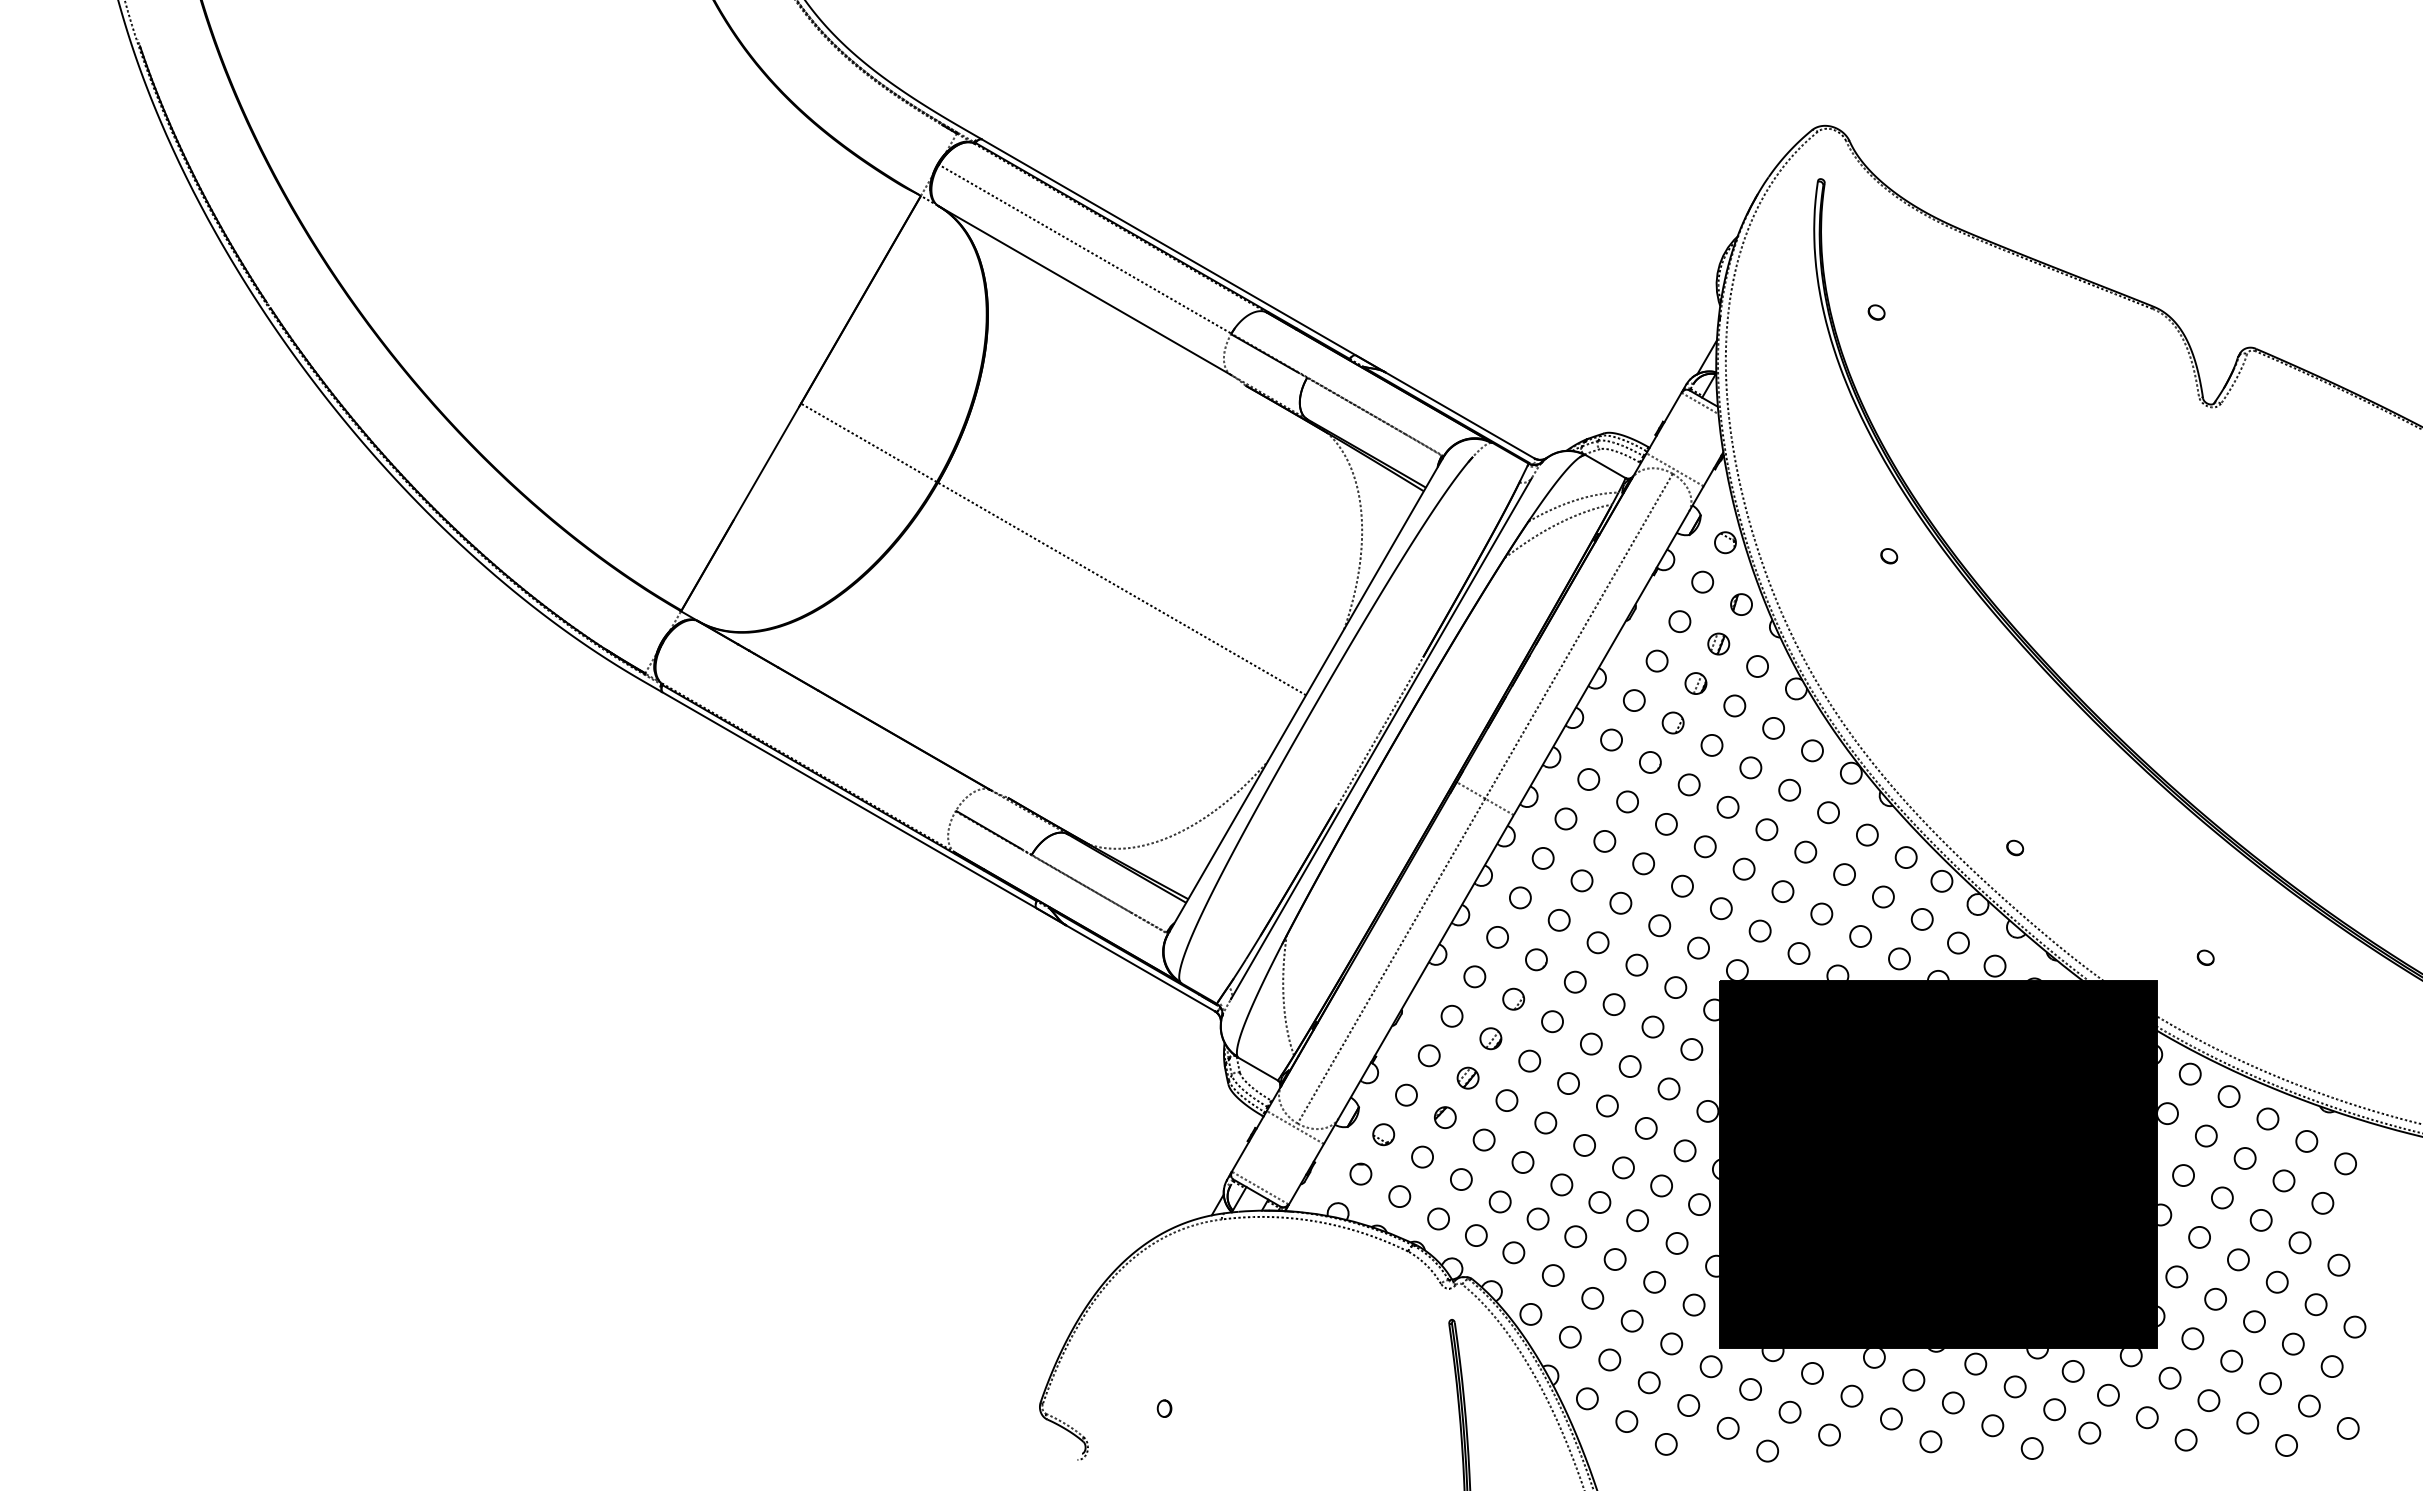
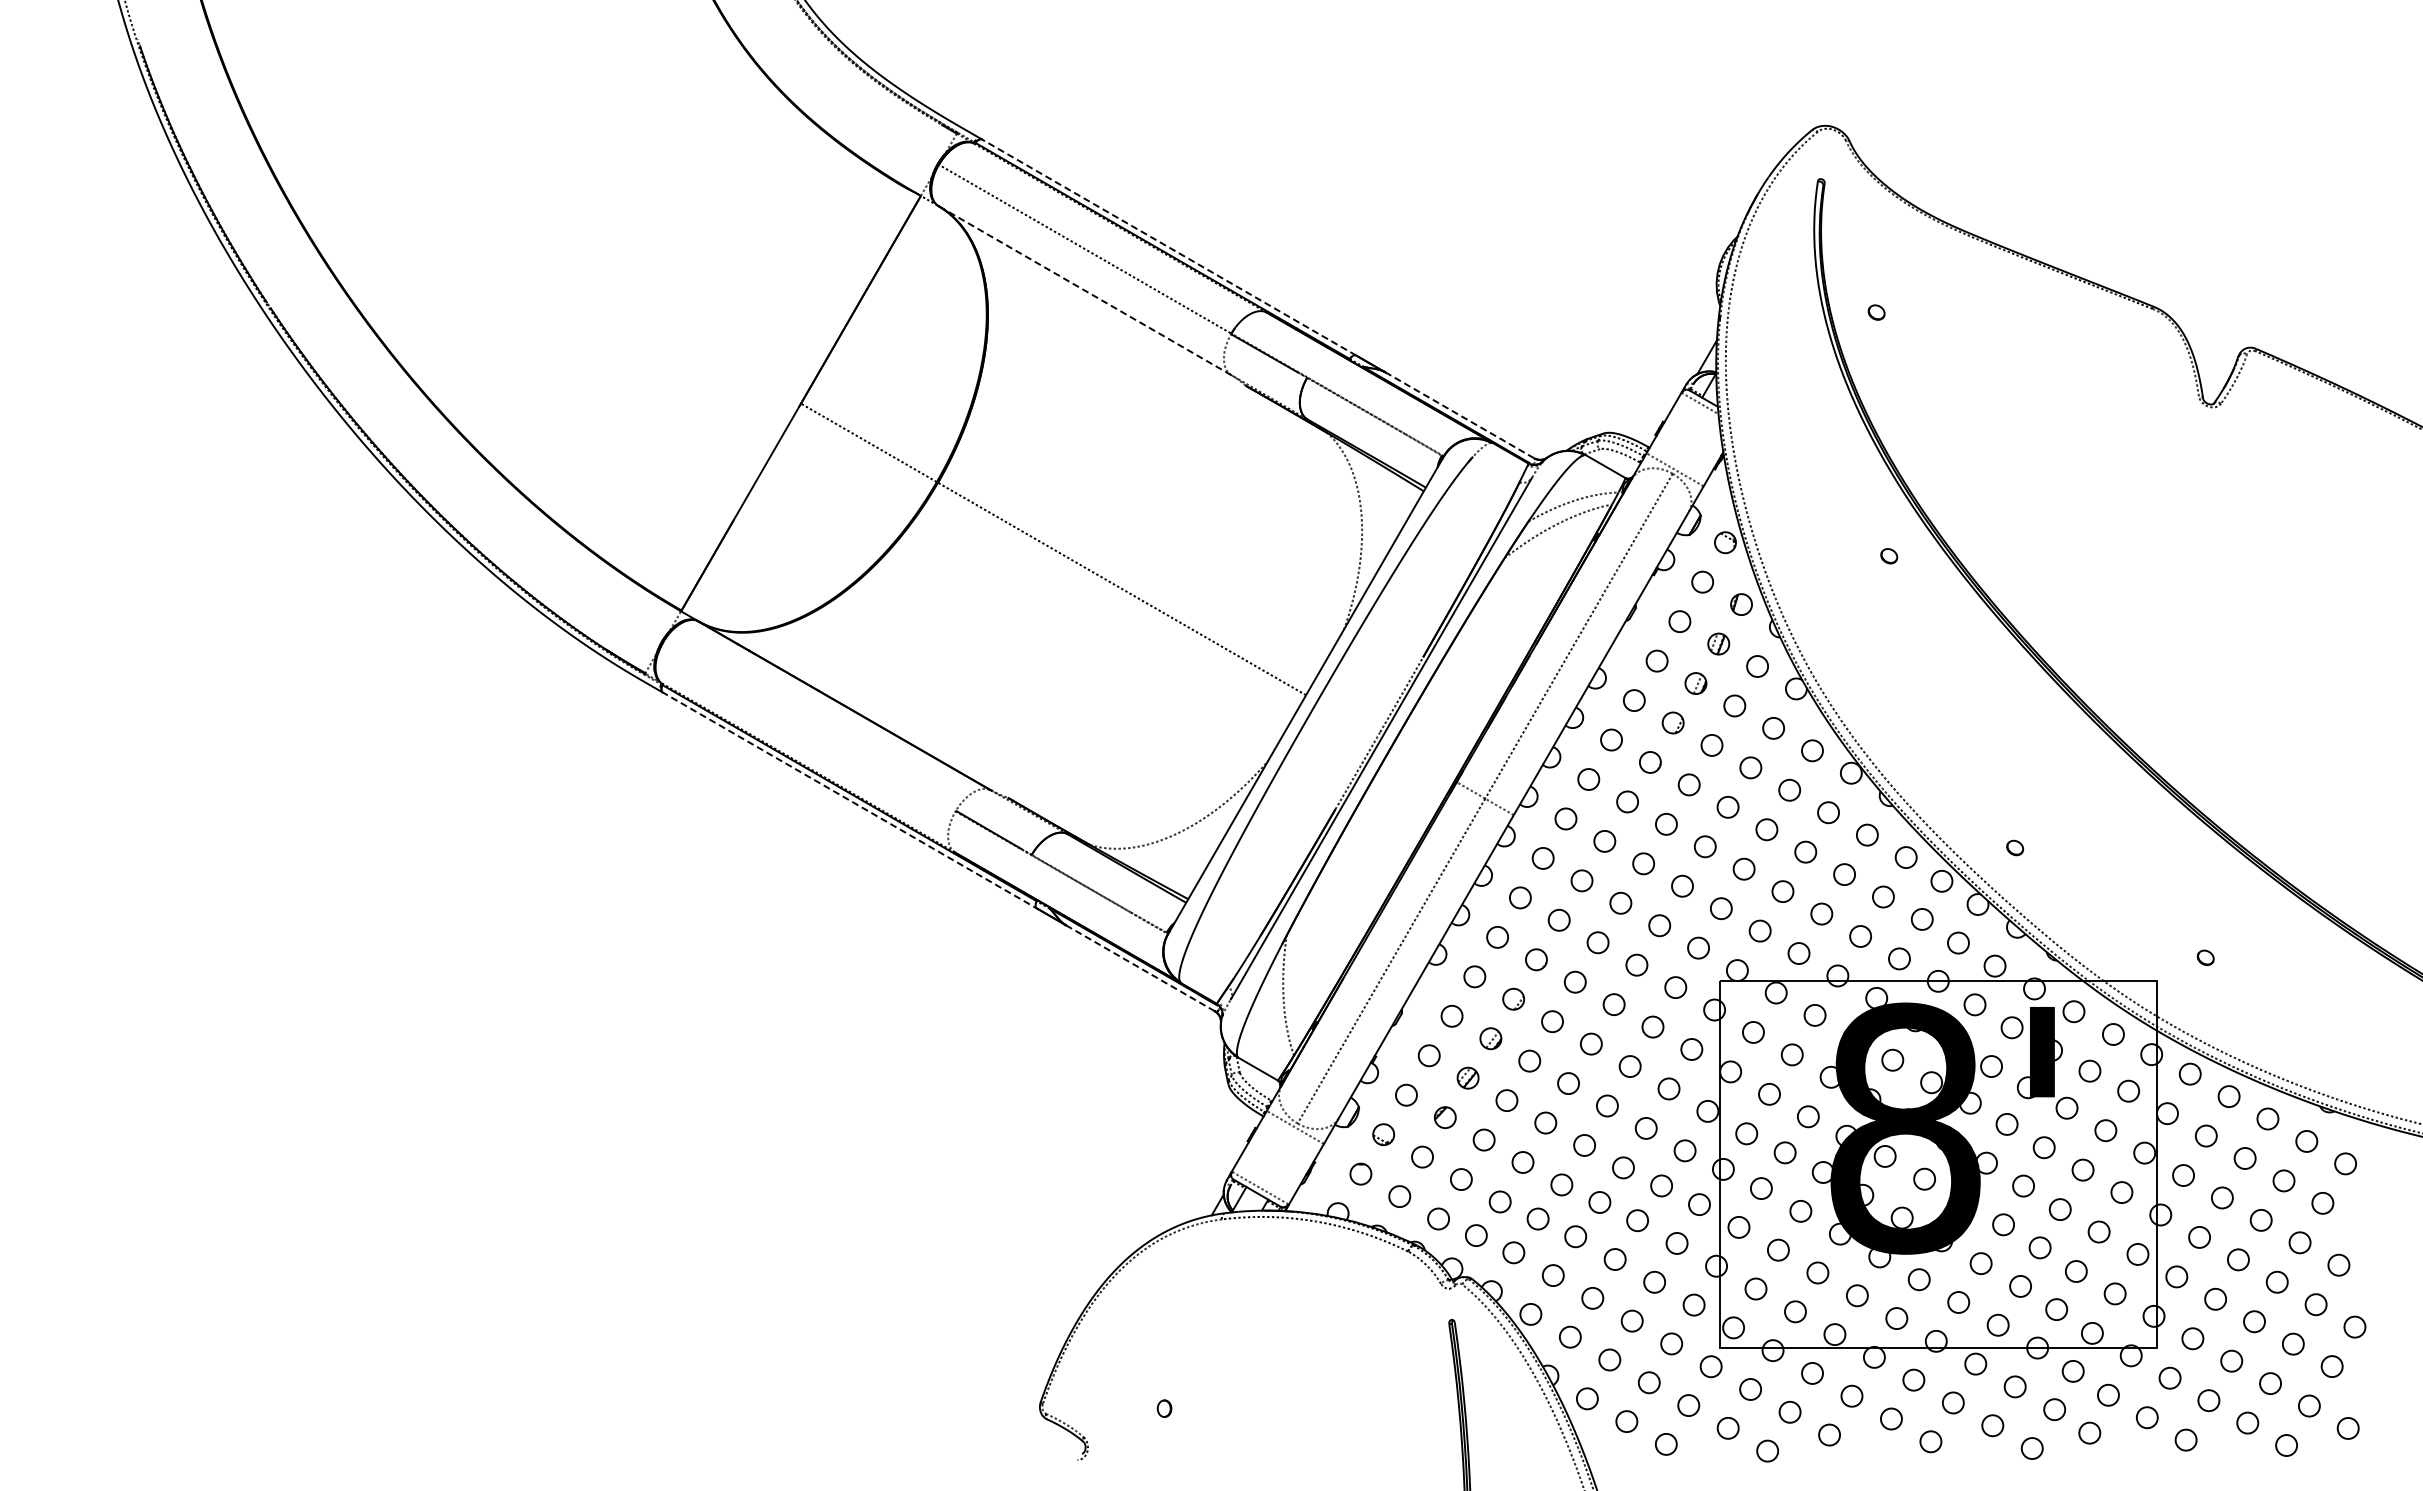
line at (1168, 247): solid -> dashed
line at (1085, 290): solid -> dashed
line at (1460, 415): solid -> dashed
line at (849, 800): solid -> dashed
line at (1140, 968): solid -> dashed
fill at (1938, 1164): present -> none
